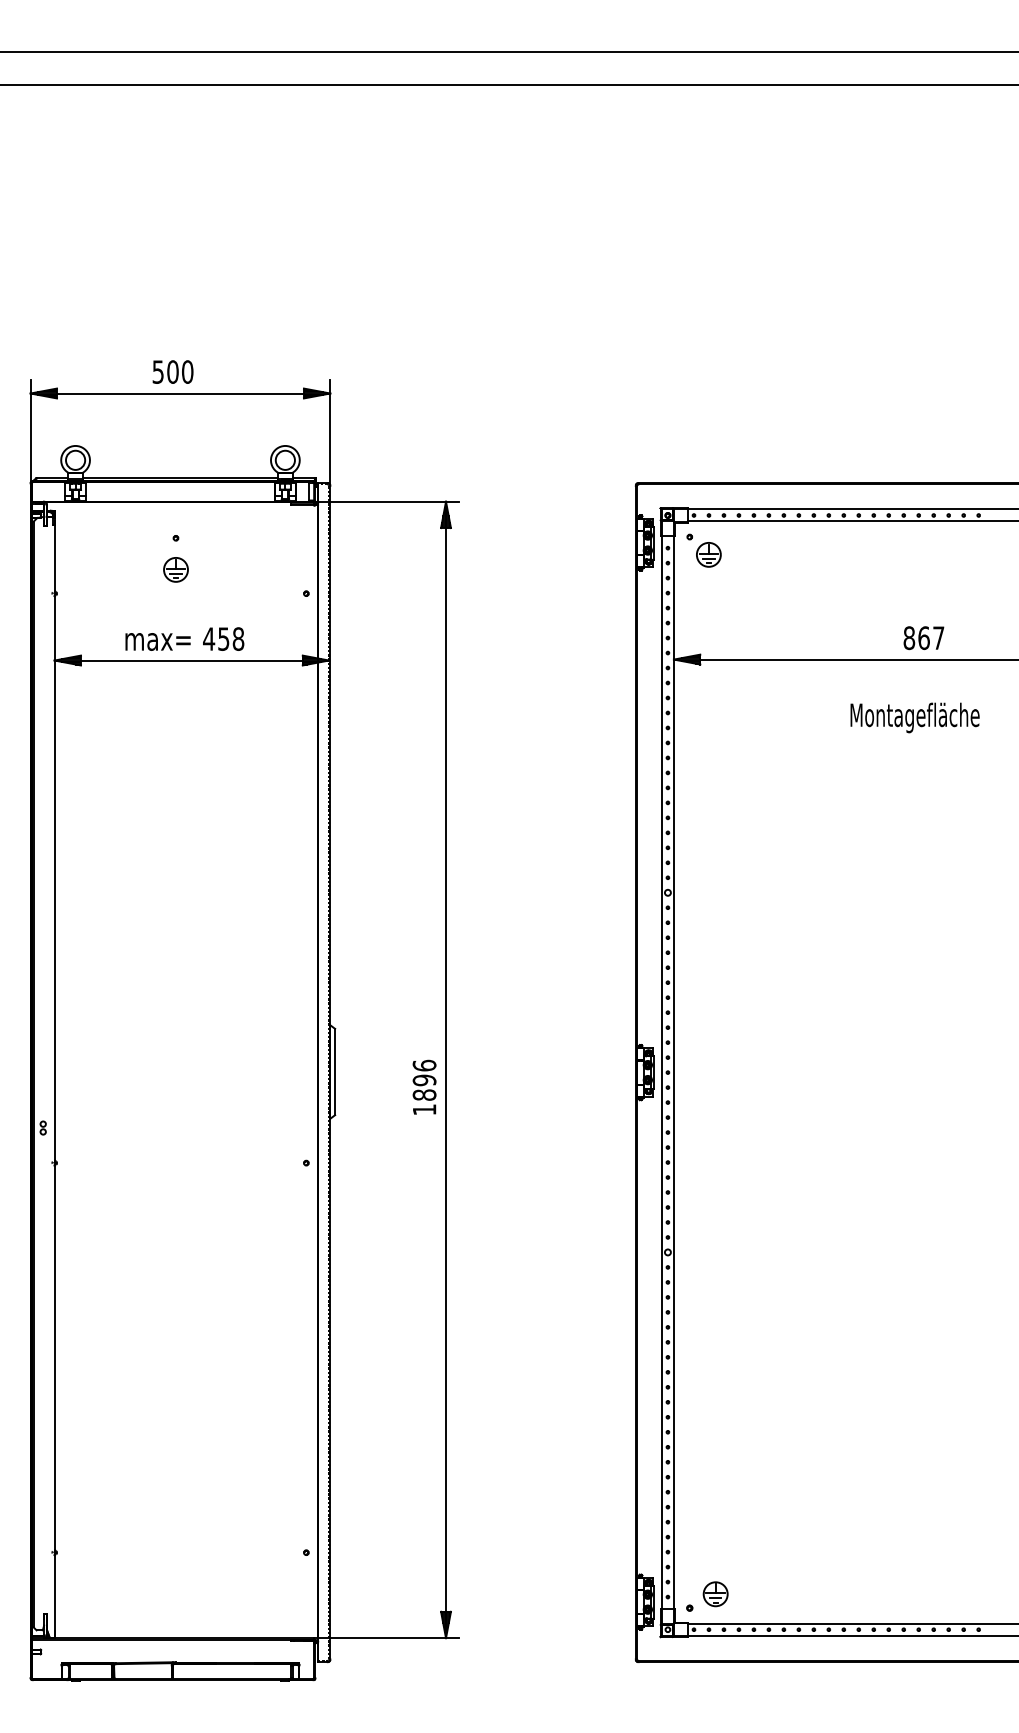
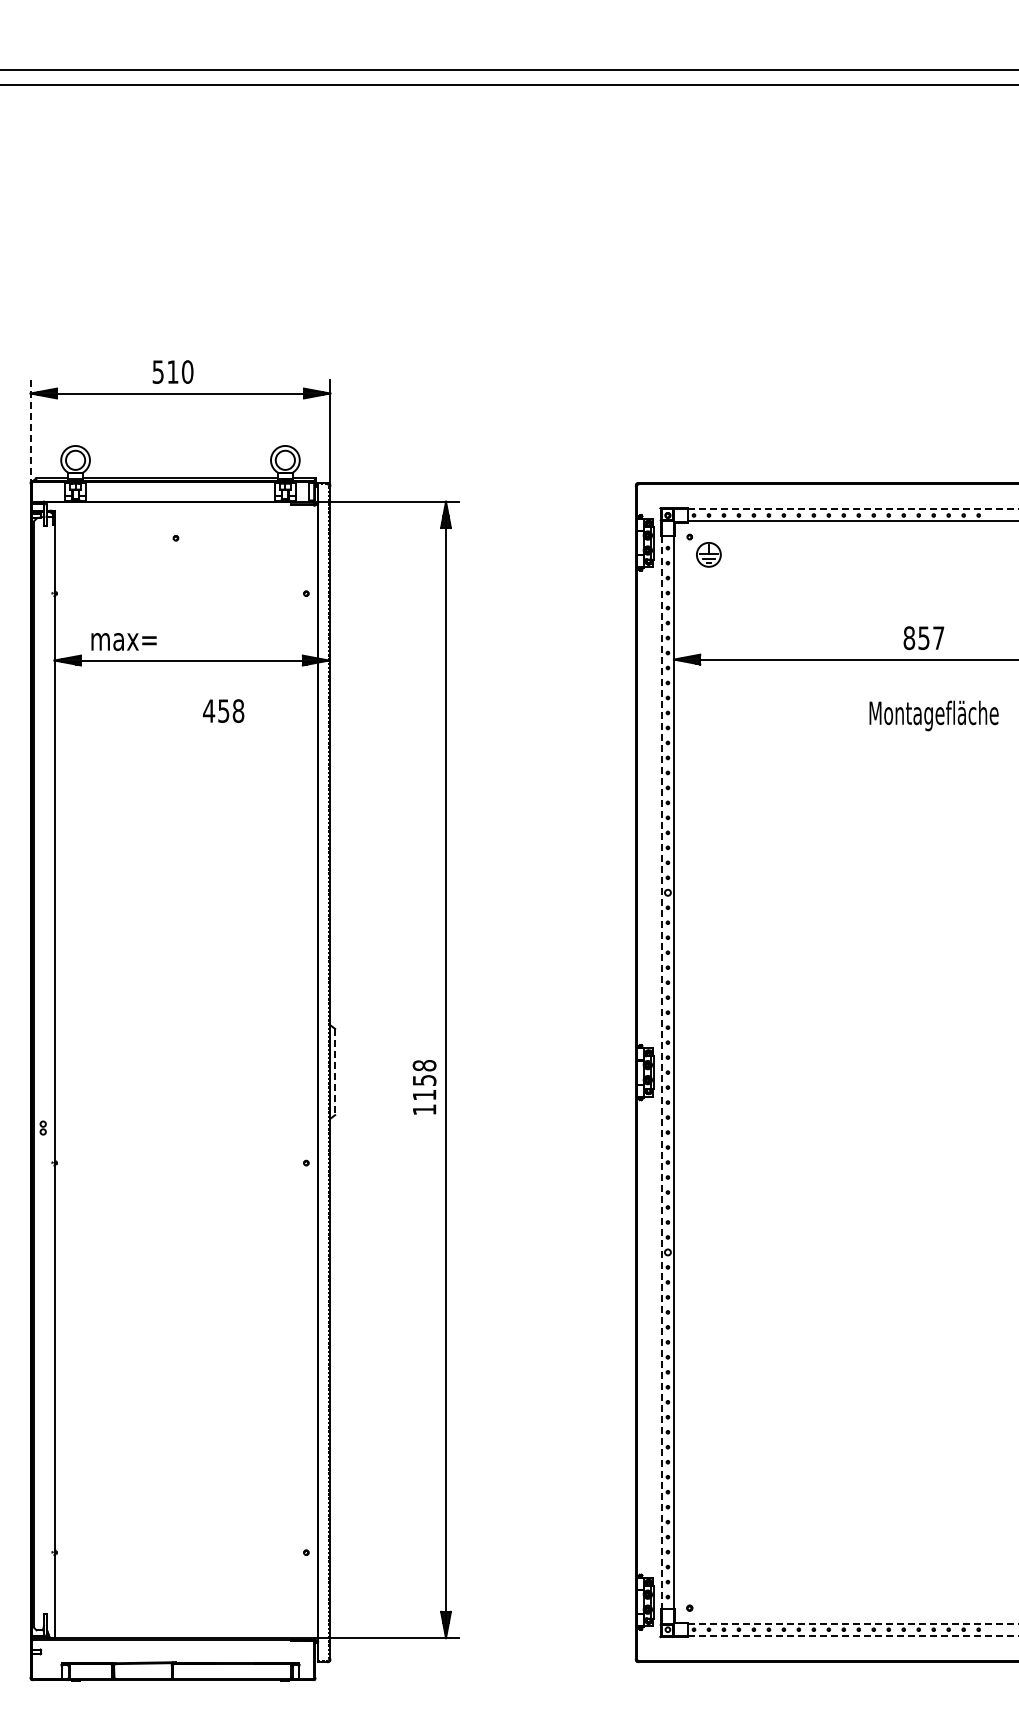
line at (508, 51) position: (508, 51) -> (508, 69)
text at (172, 371): 500 -> 510
line at (30, 431): solid -> dashed
line at (853, 509): solid -> dashed
part at (175, 569): present -> none
text at (223, 638) position: (223, 638) -> (223, 710)
text at (923, 638): 867 -> 857
text at (157, 641) position: (157, 641) -> (123, 641)
text at (914, 717) position: (914, 717) -> (933, 715)
line at (335, 1072): solid -> dashed
line at (661, 1072): solid -> dashed
text at (424, 1079): 1896 -> 1158
part at (715, 1594): present -> none
line at (853, 1623): solid -> dashed
line at (853, 1635): solid -> dashed
